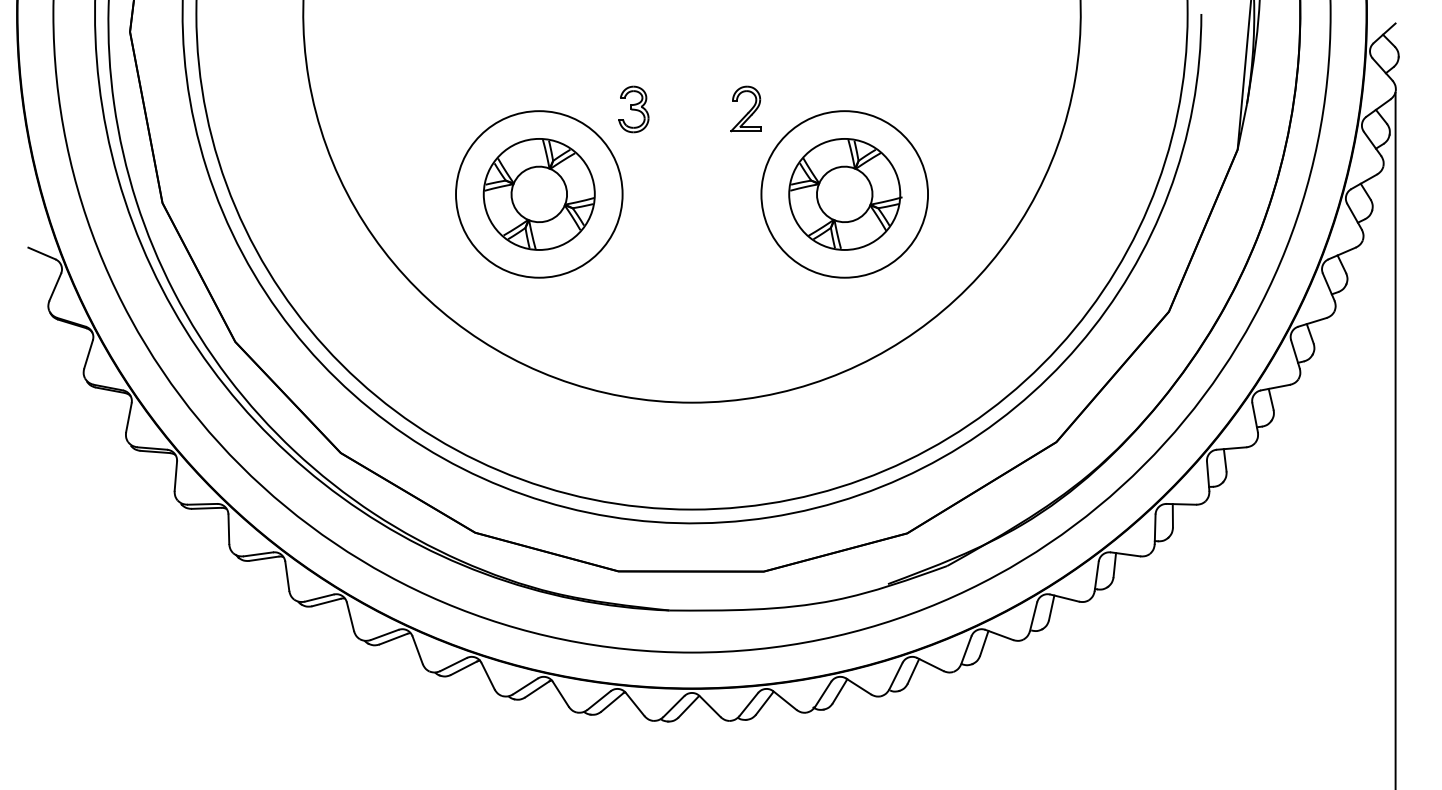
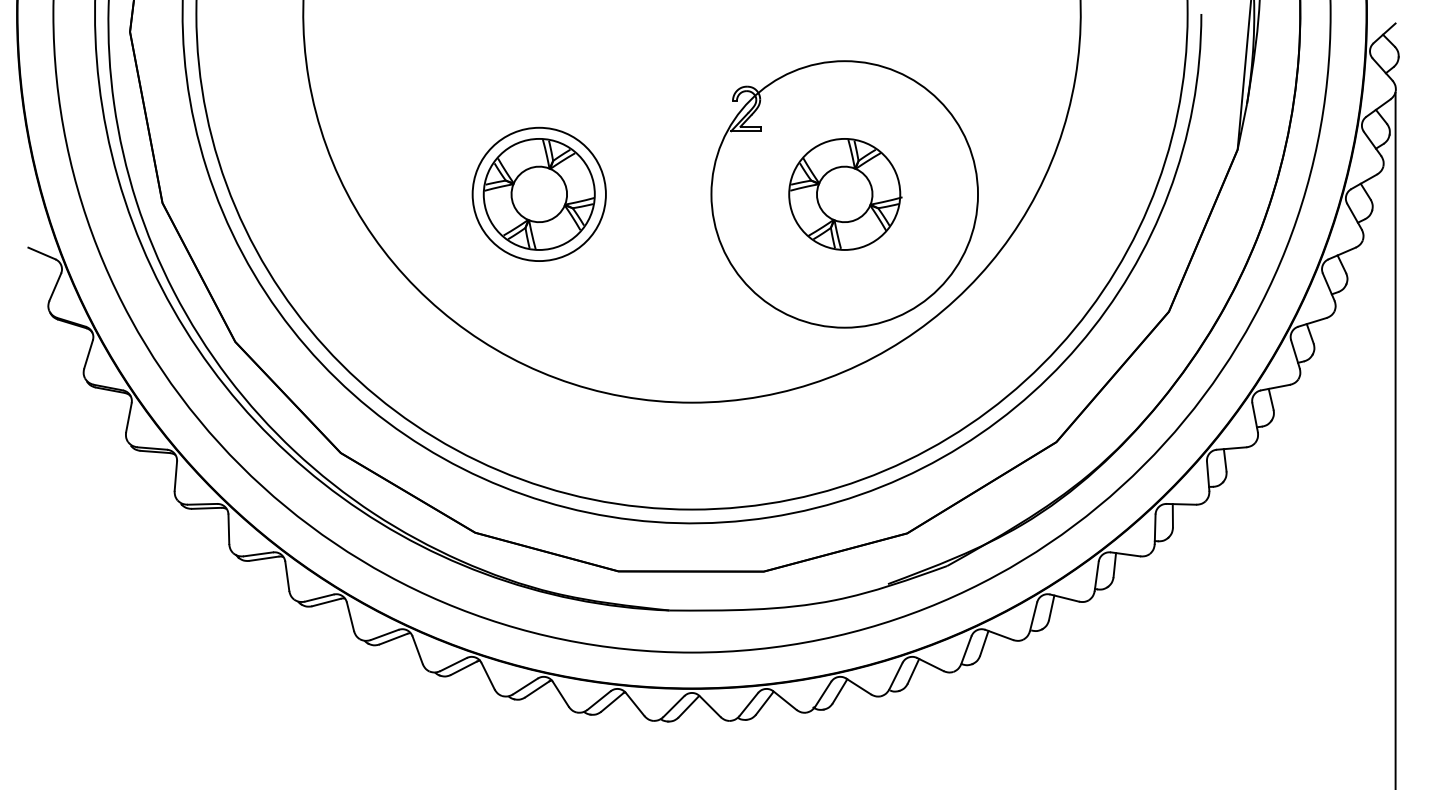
part at (633, 109): present -> none
circle at (539, 194) diameter: 167 px -> 133 px
circle at (844, 194) diameter: 167 px -> 267 px
